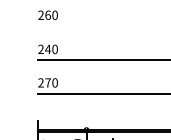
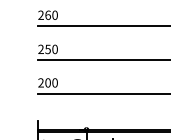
line at (102, 25): none -> present
text at (48, 49): 240 -> 250
text at (47, 82): 270 -> 200
